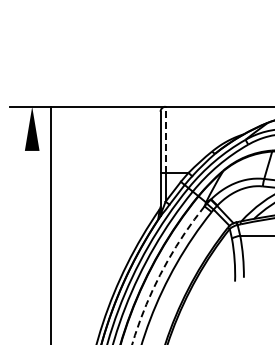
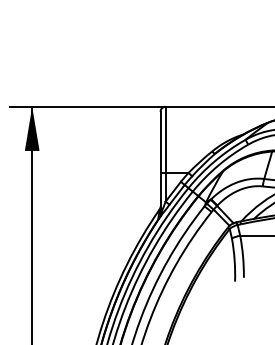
line at (165, 139): dashed -> solid
line at (51, 223) position: (51, 223) -> (32, 223)
arc at (161, 272): dashed -> solid
